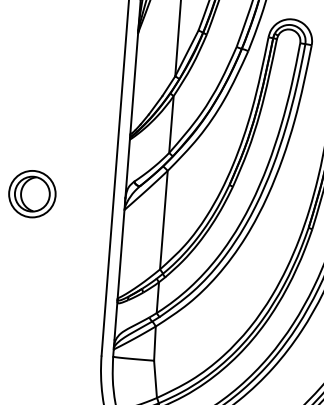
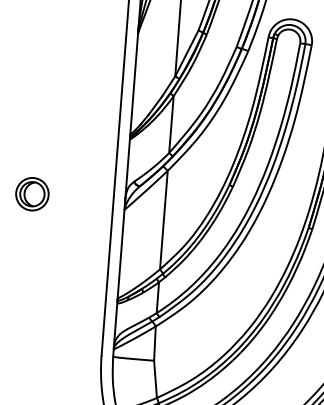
part at (32, 194) size: 49x49 px -> 35x35 px
